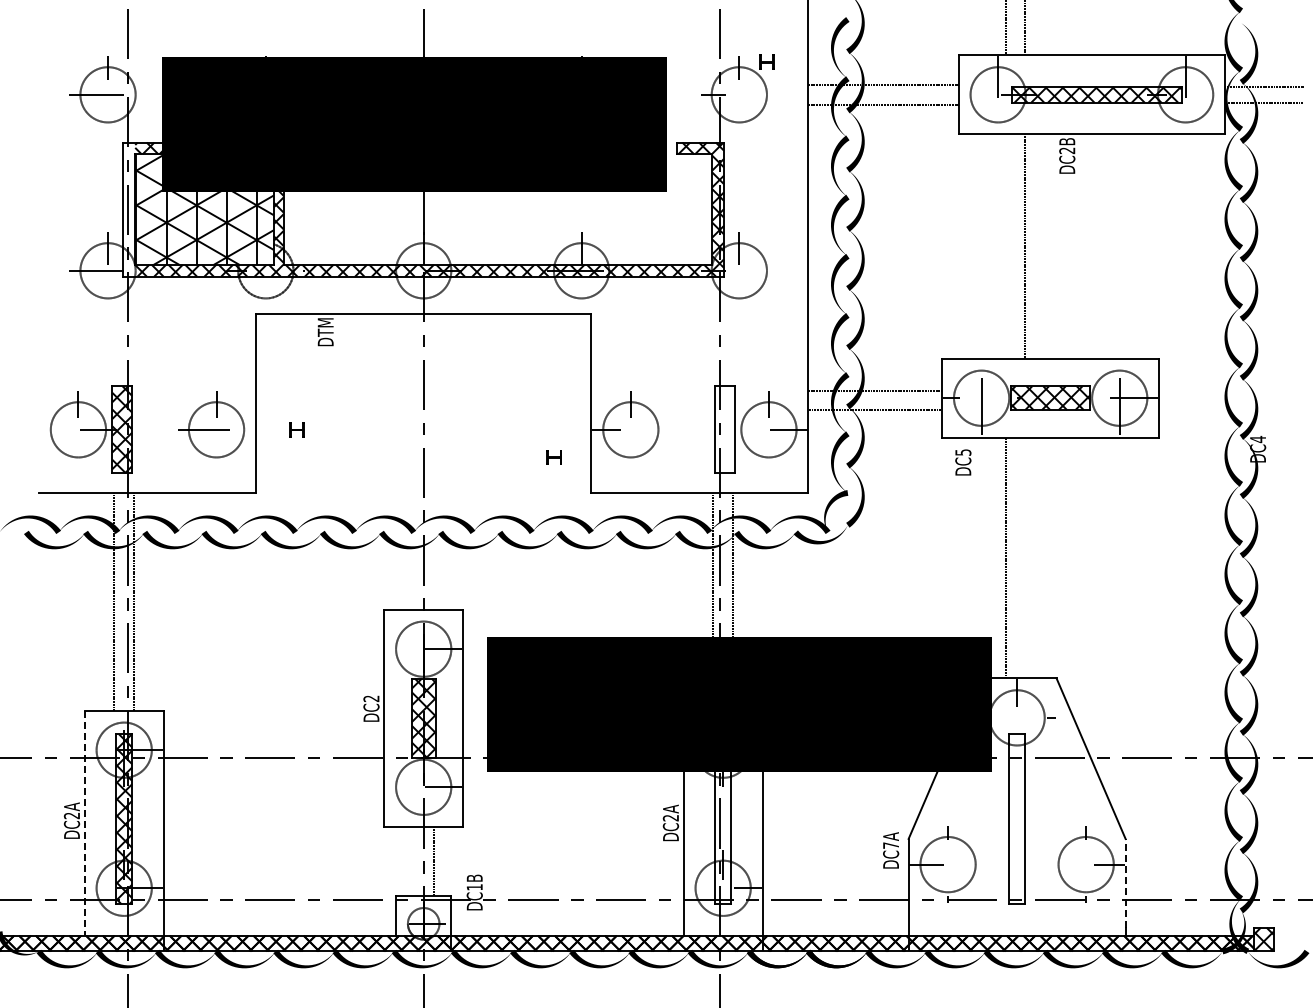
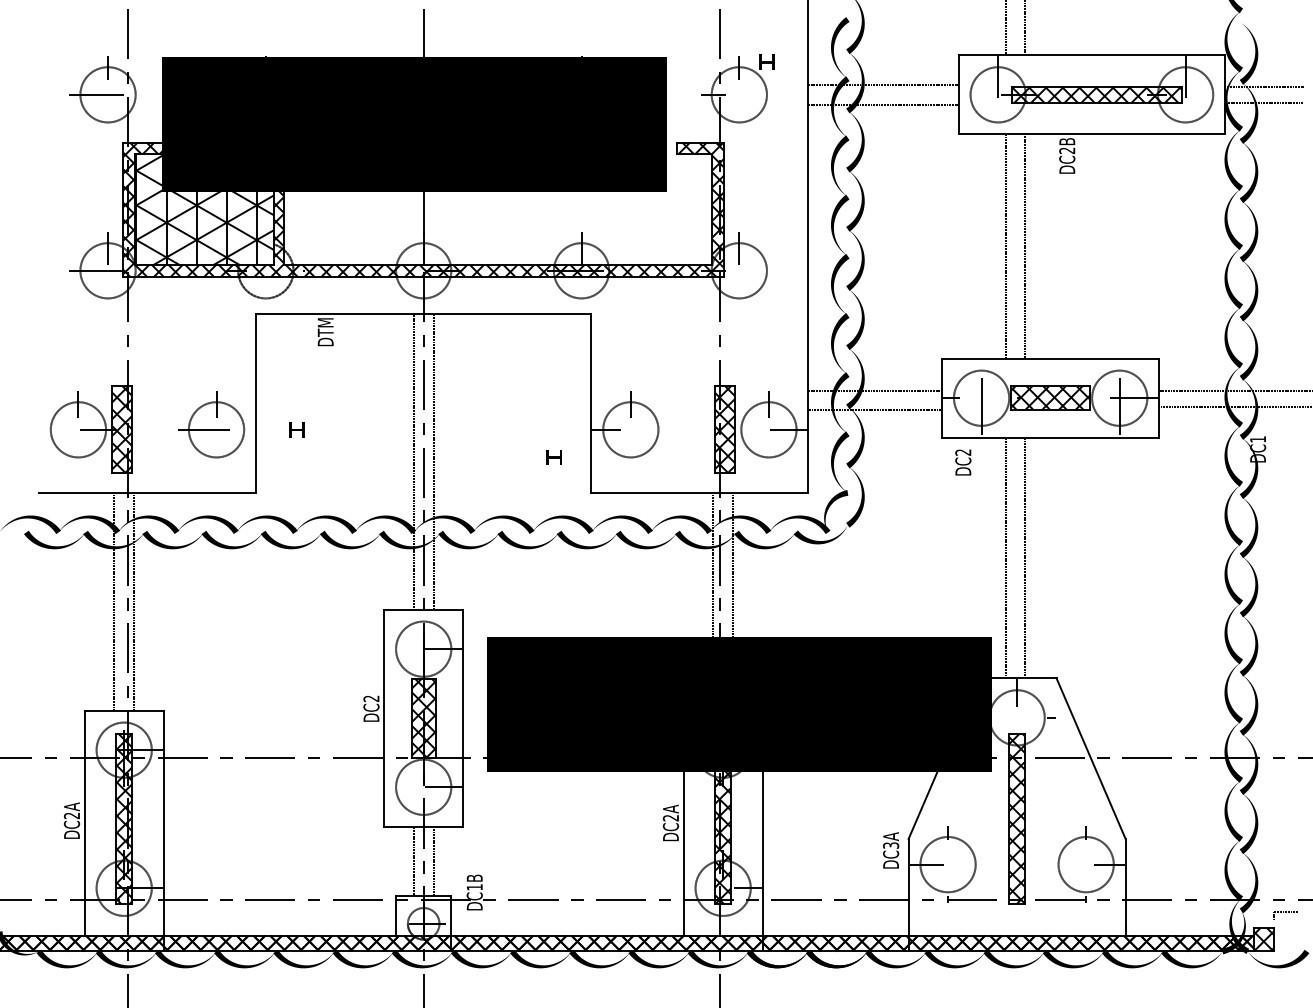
hatch at (129, 209): none -> present
line at (1005, 246): none -> present
line at (1234, 390): none -> present
line at (1234, 406): none -> present
hatch at (725, 429): none -> present
text at (1257, 439): DC4 -> DC1
text at (963, 452): DC5 -> DC2
line at (413, 461): none -> present
line at (433, 461): none -> present
line at (1025, 557): none -> present
hatch at (723, 819): none -> present
hatch at (1017, 819): none -> present
line at (84, 823): dashed -> solid
text at (891, 845): DC7A -> DC3A
line at (413, 861): none -> present
line at (1125, 882): dashed -> solid
part at (1285, 915): none -> present
